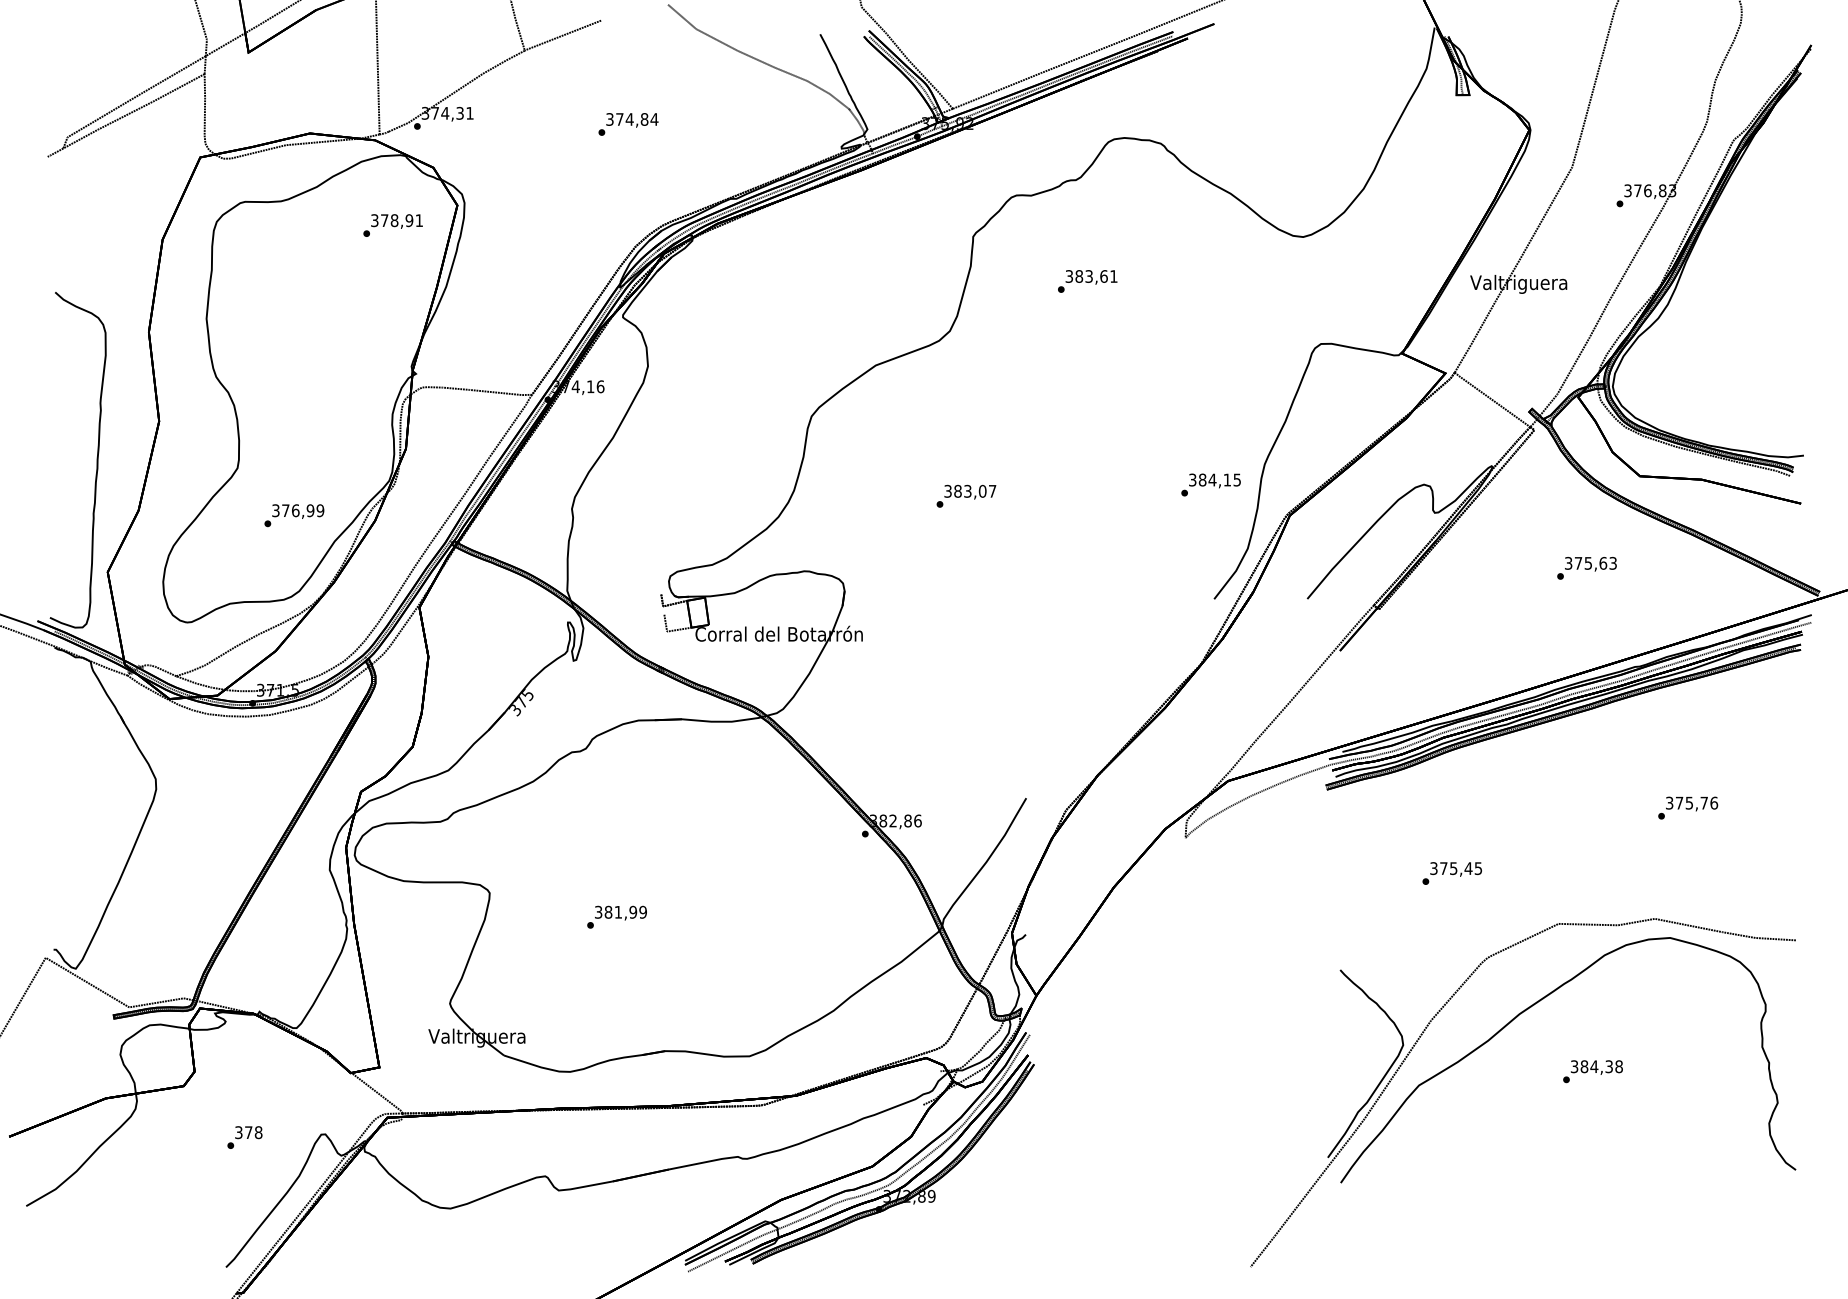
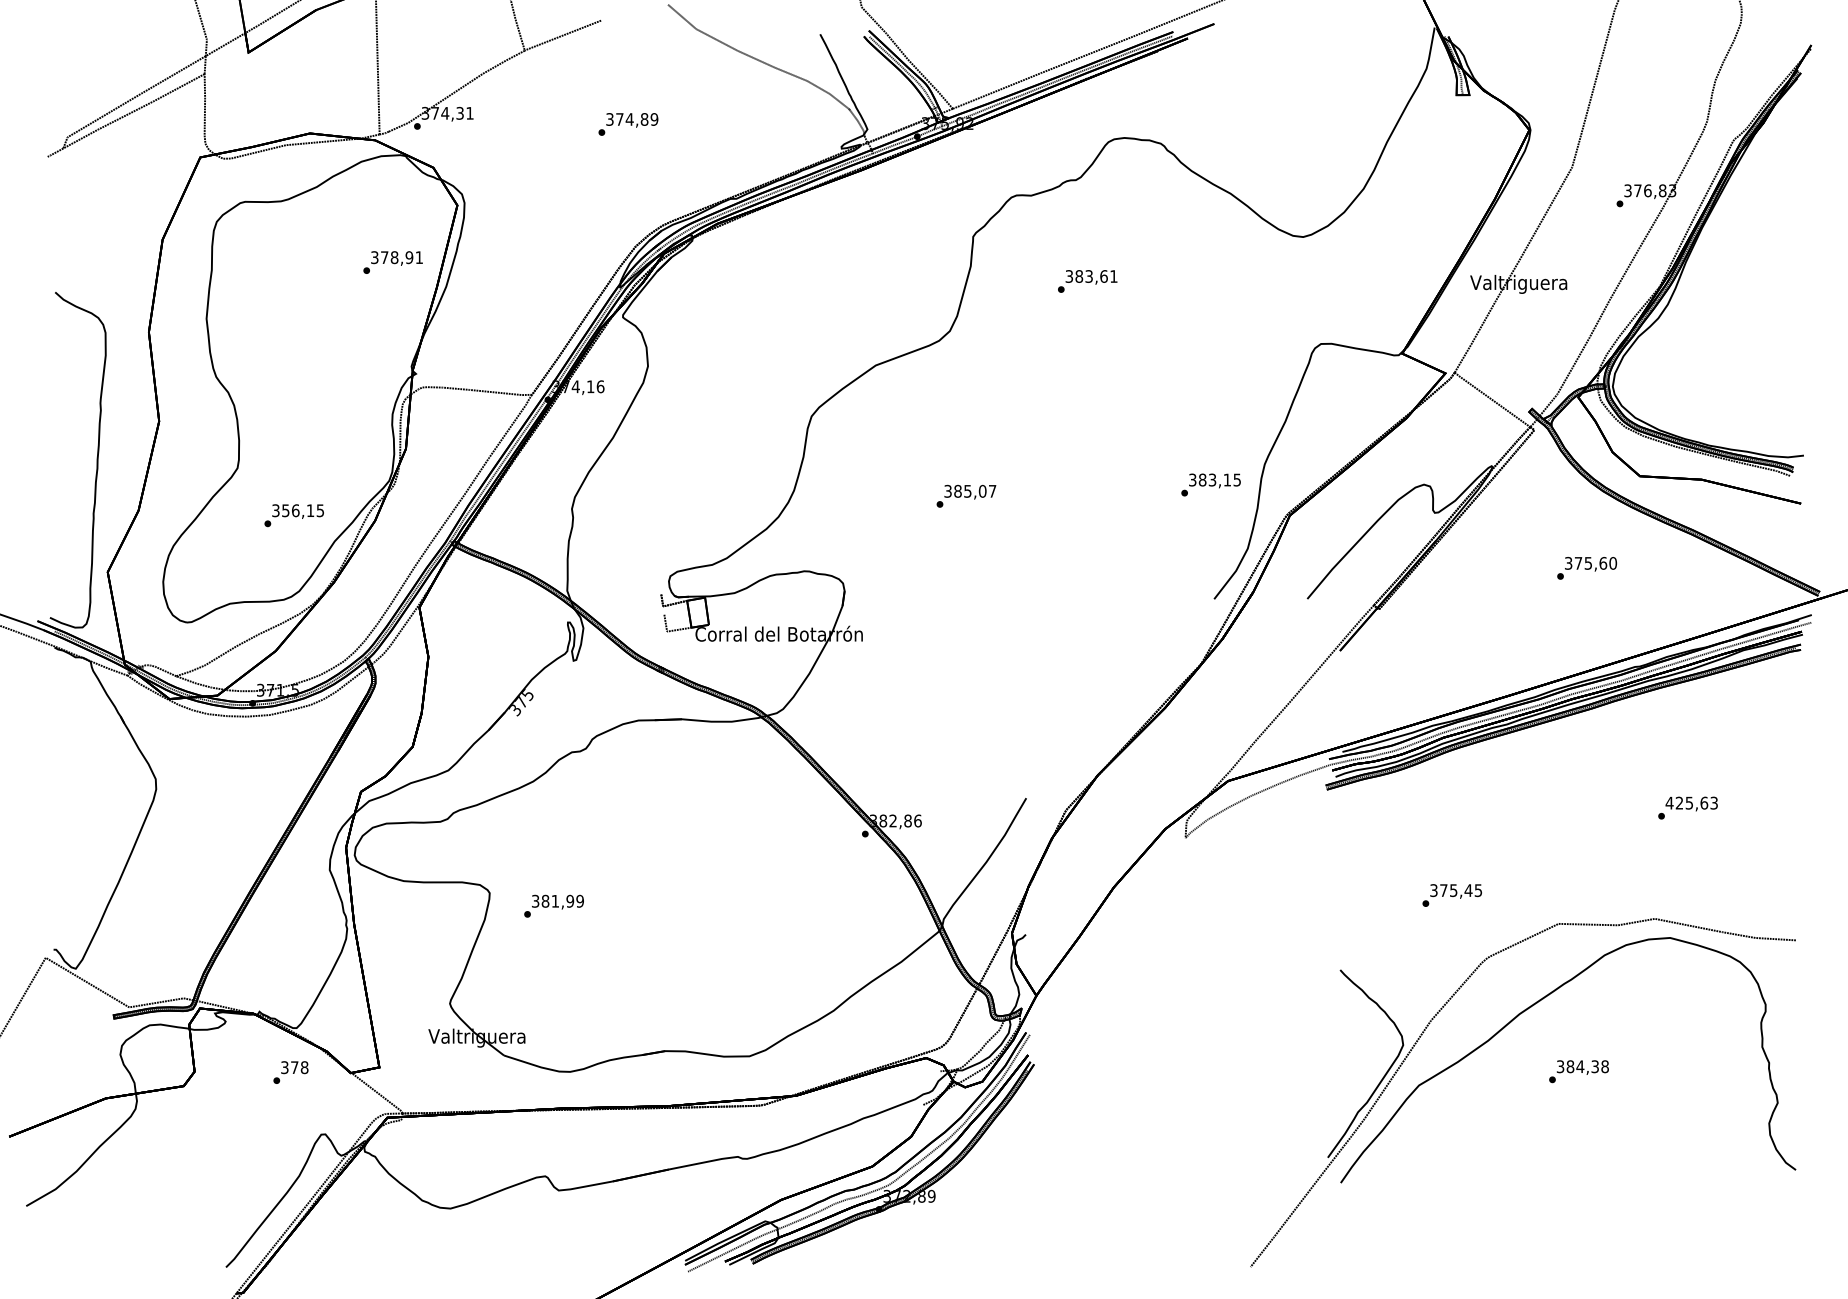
text at (654, 119): 374,84 -> 374,89
text at (392, 225) position: (392, 225) -> (392, 262)
text at (1212, 479): 384,15 -> 383,15
text at (967, 490): 383,07 -> 385,07
text at (303, 510): 376,99 -> 356,15
text at (1613, 563): 375,63 -> 375,60
text at (1691, 802): 375,76 -> 425,63
text at (1451, 873) position: (1451, 873) -> (1451, 895)
text at (616, 916) position: (616, 916) -> (553, 905)
text at (1592, 1071) position: (1592, 1071) -> (1578, 1071)
text at (244, 1137) position: (244, 1137) -> (290, 1072)
